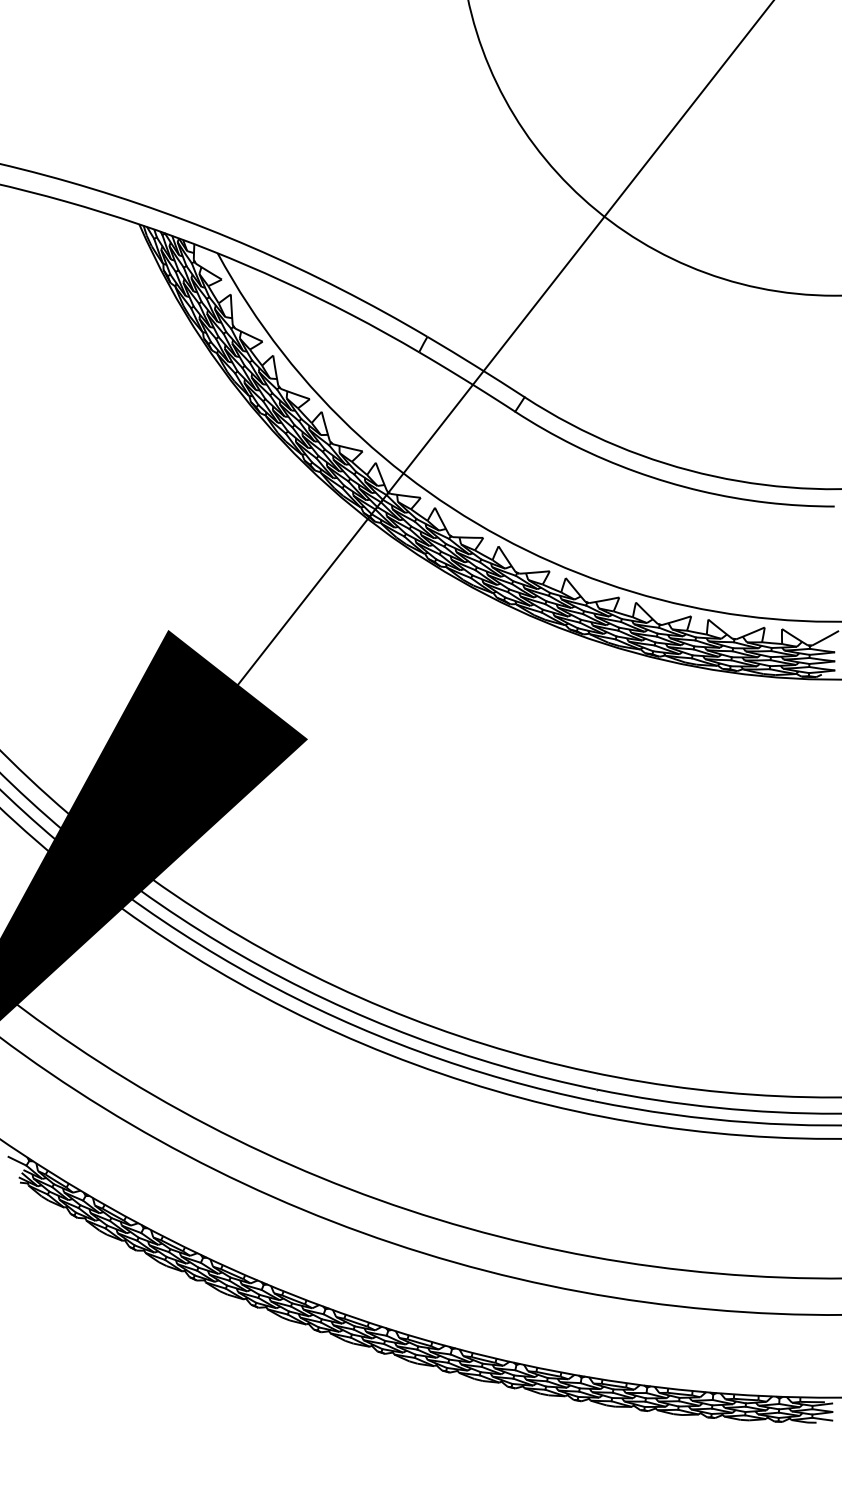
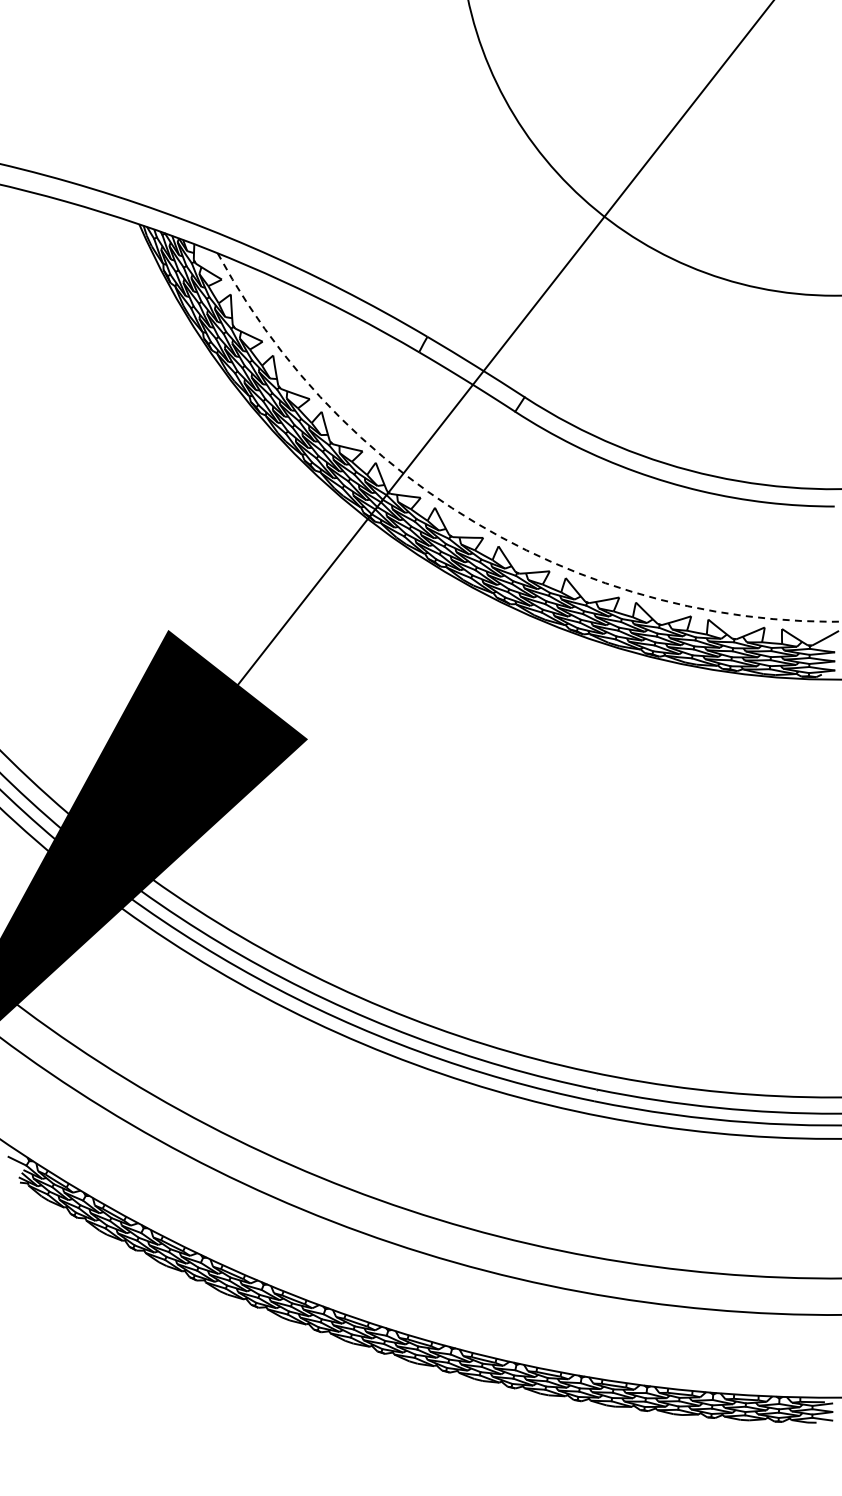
arc at (480, 525): solid -> dashed
